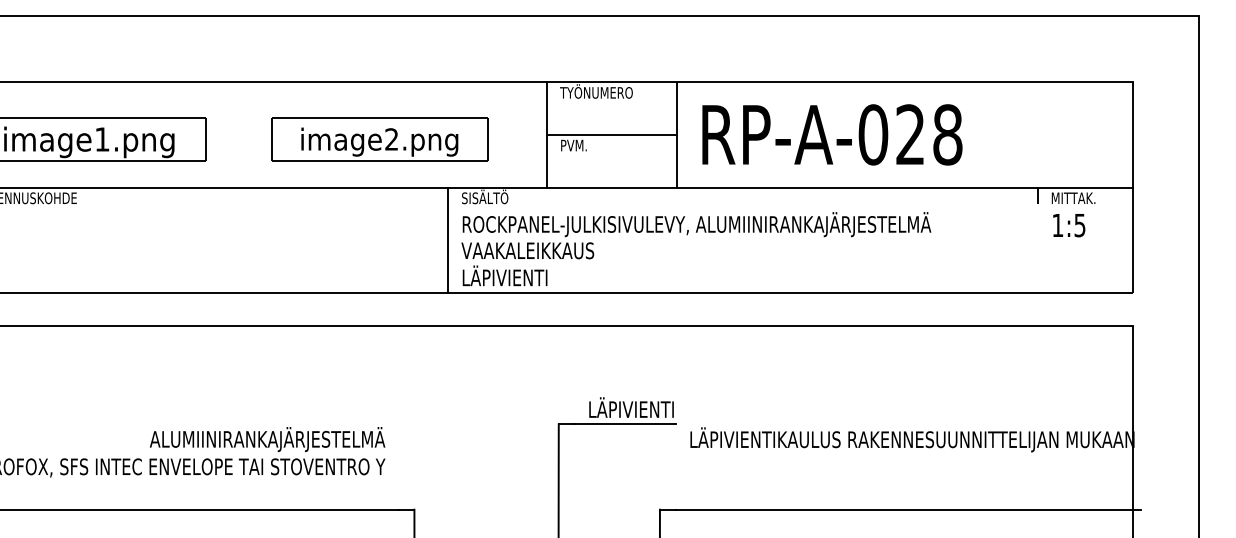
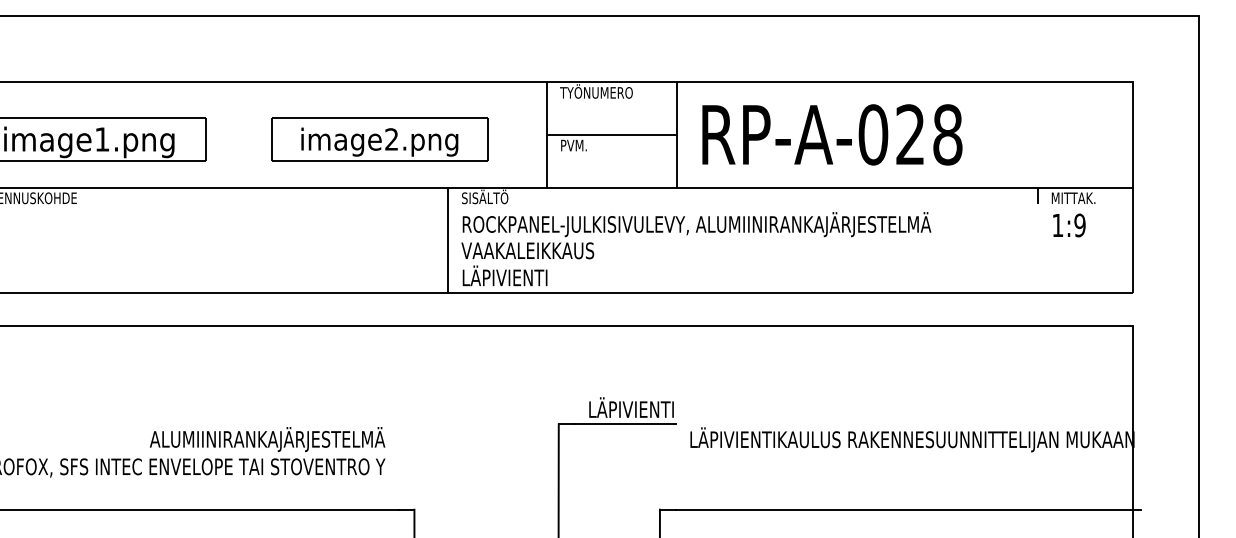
text at (1079, 225): 1:5 -> 1:9
